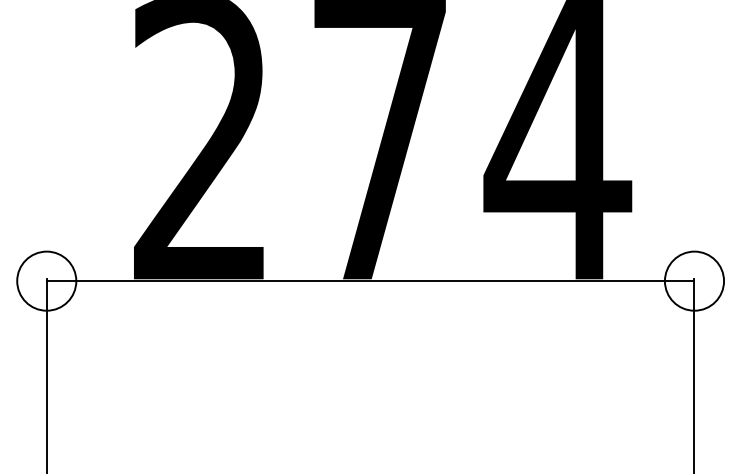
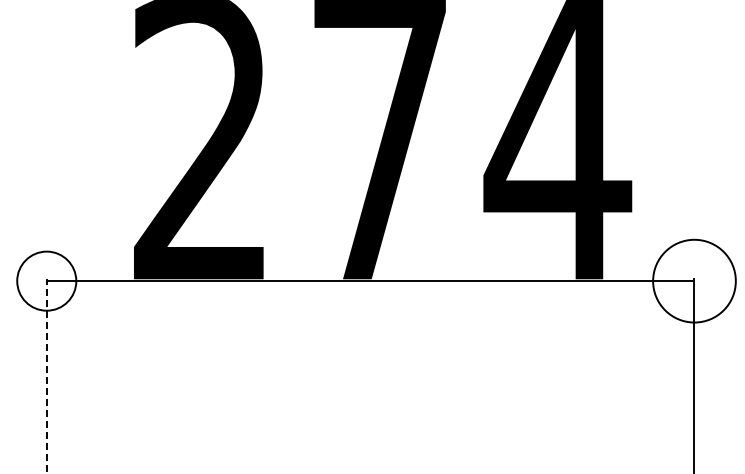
circle at (694, 280) diameter: 59 px -> 83 px
line at (46, 375): solid -> dashed
